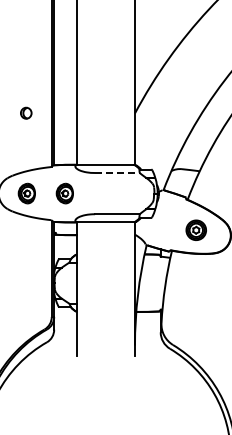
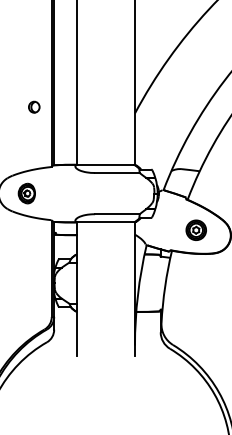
part at (26, 112) position: (26, 112) -> (34, 106)
line at (117, 173): dashed -> solid
part at (64, 193): present -> none
